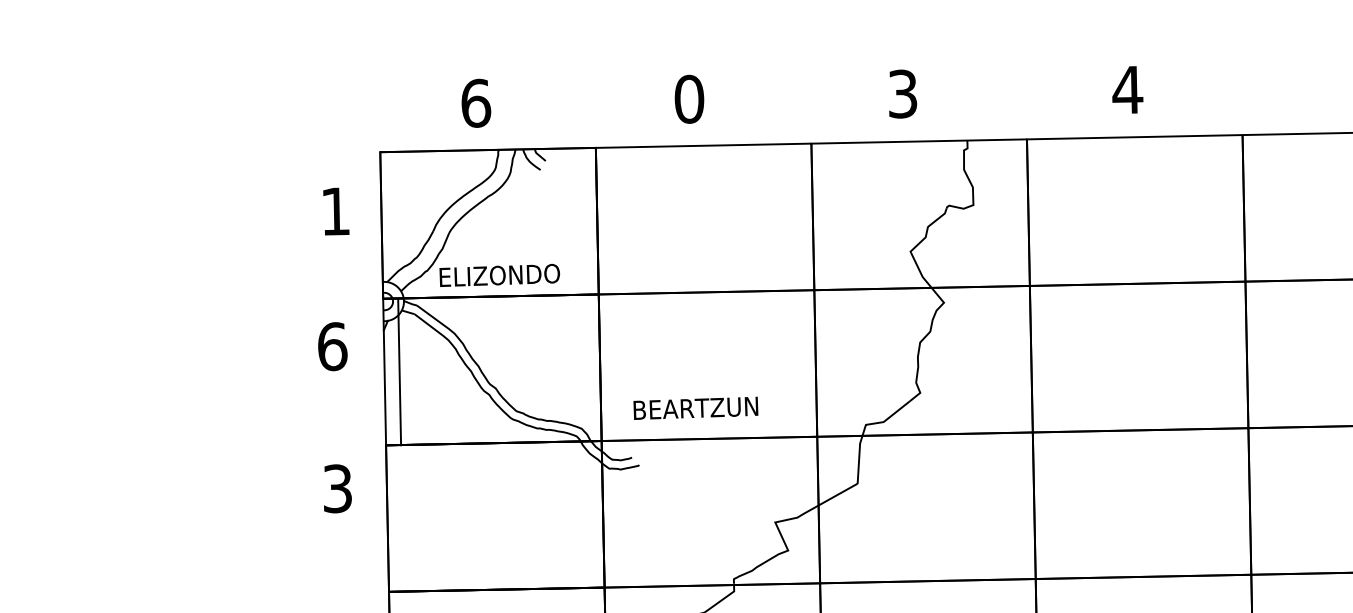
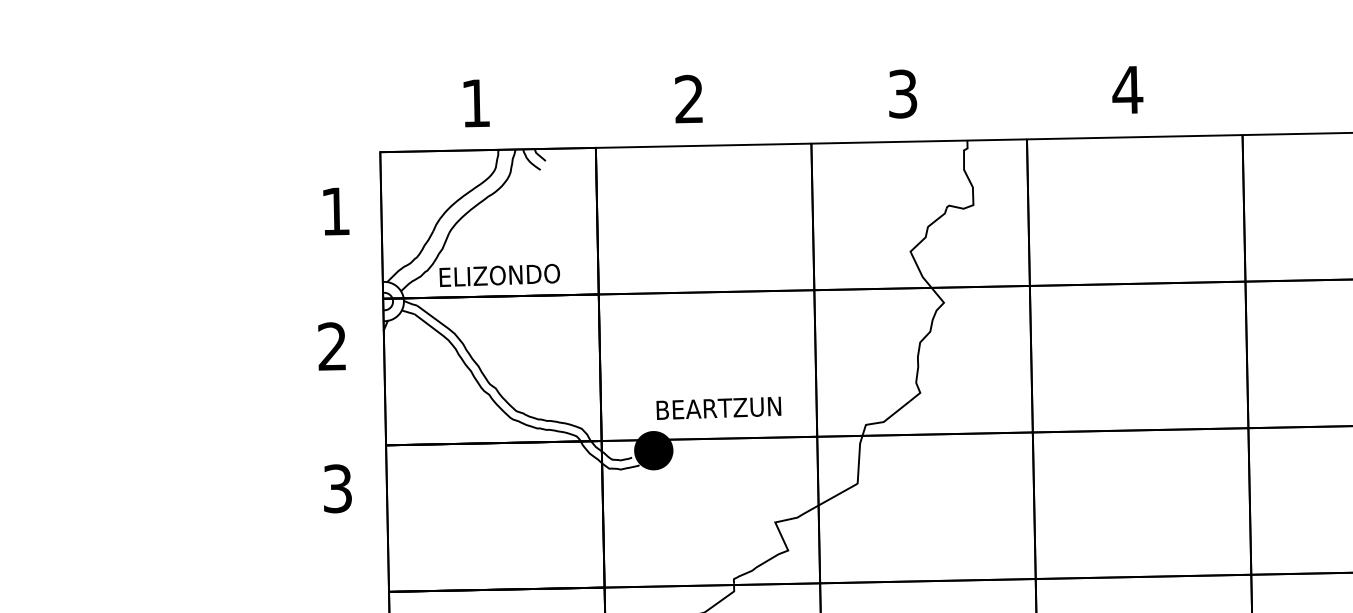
text at (689, 98): 0 -> 2
text at (476, 102): 6 -> 1
text at (332, 346): 6 -> 2
line at (399, 371) position: (399, 371) -> (384, 371)
text at (695, 407) position: (695, 407) -> (718, 407)
fill at (653, 450): none -> present
